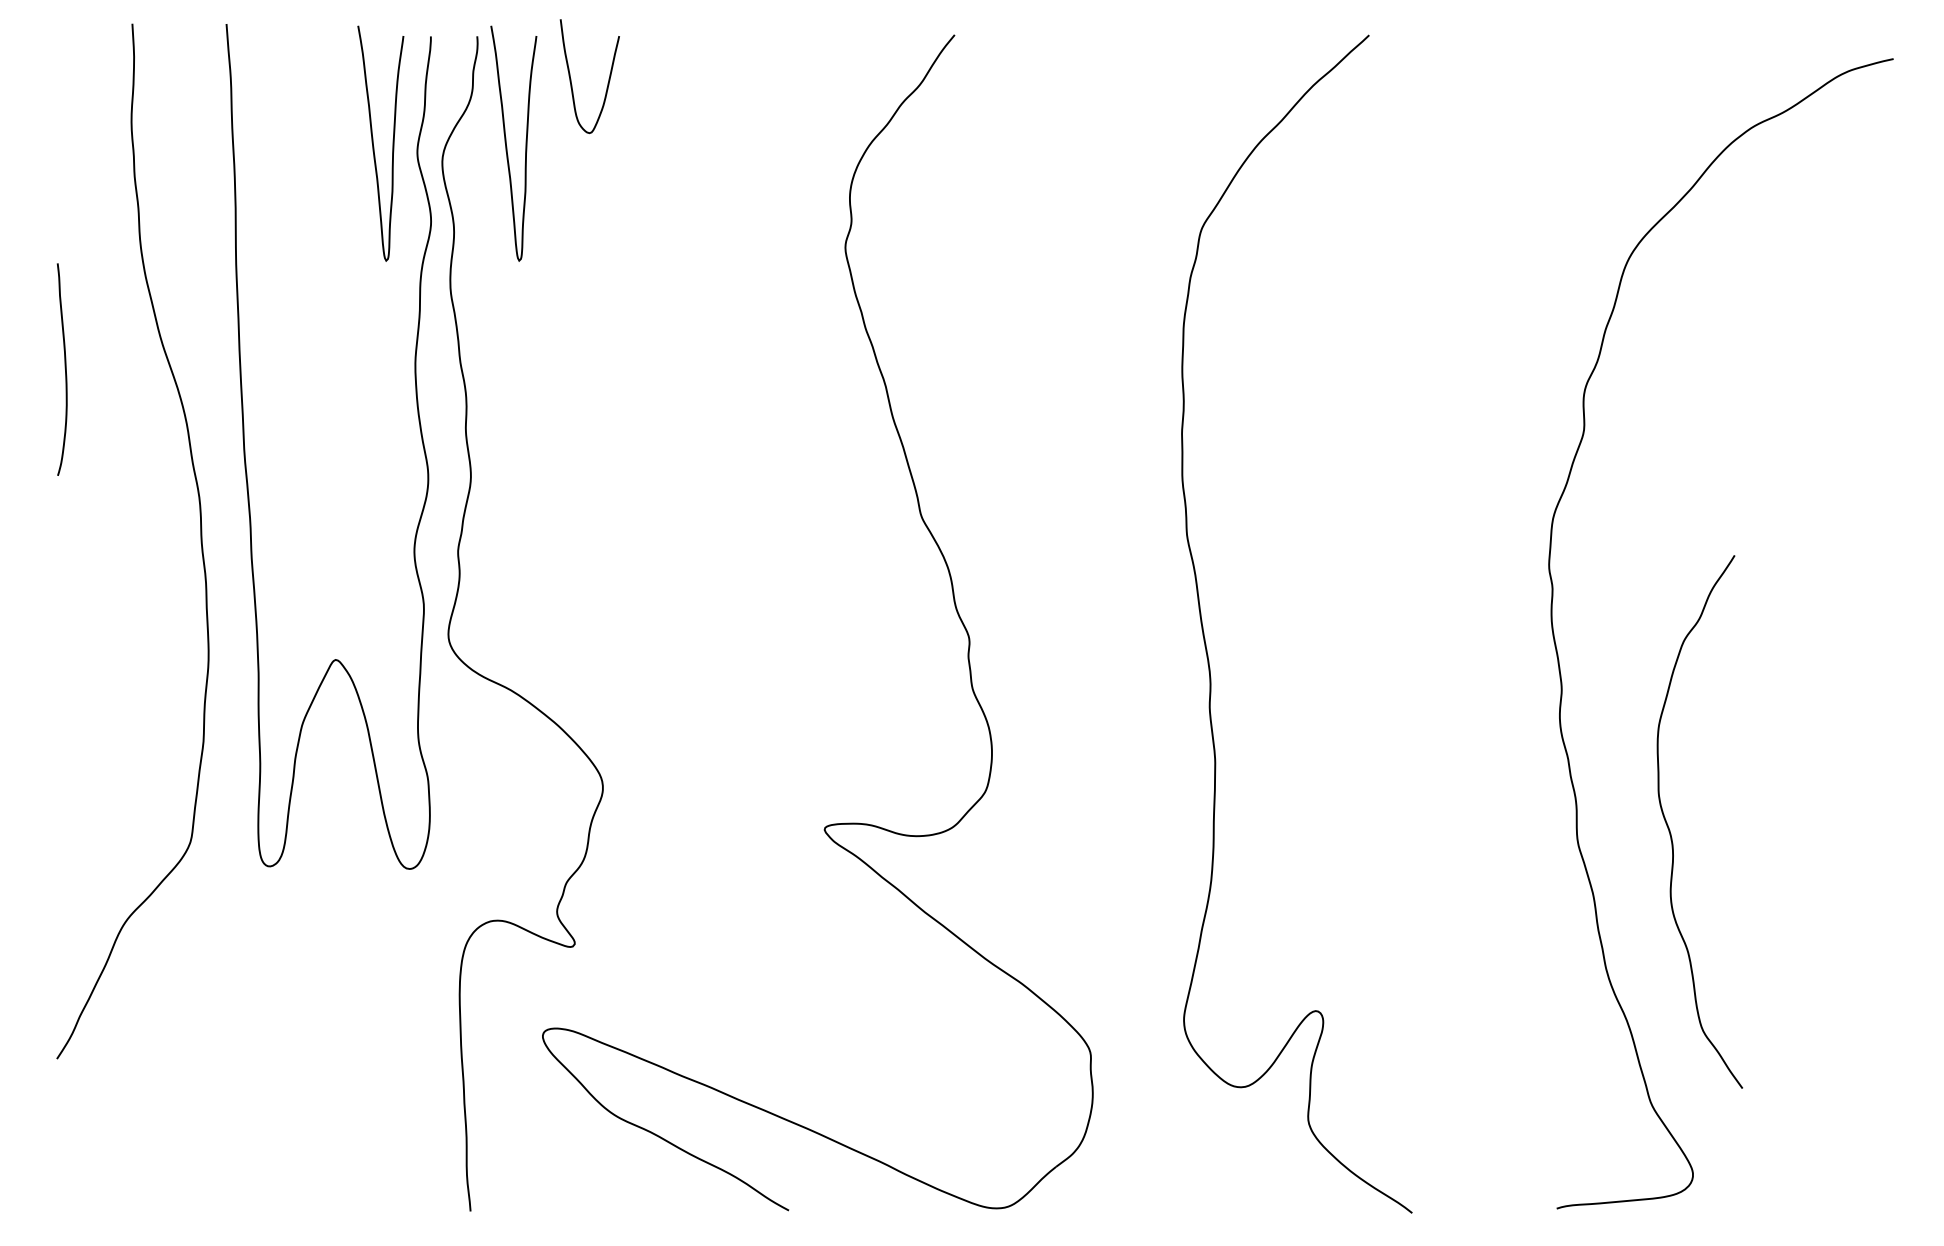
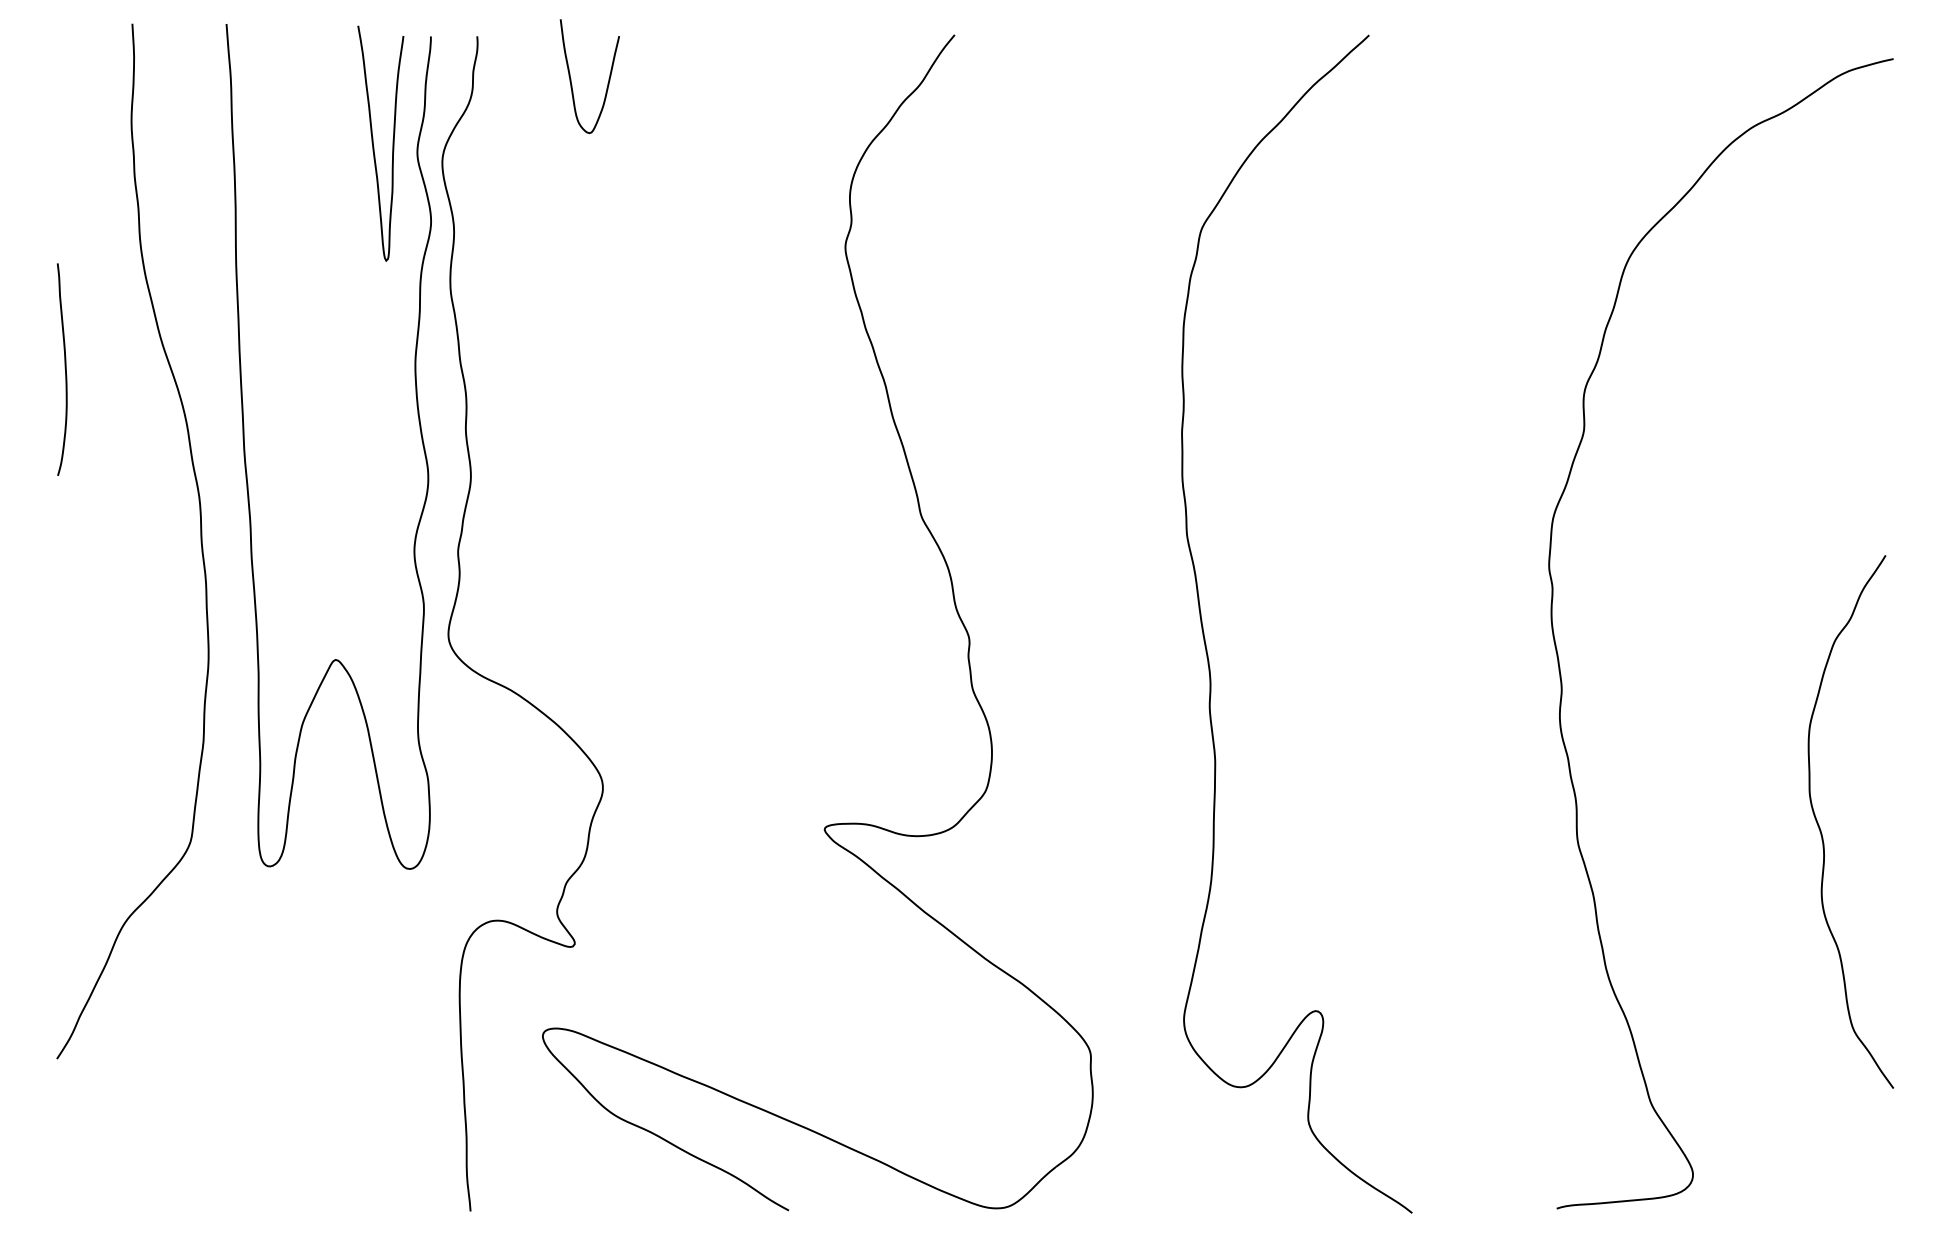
curve at (507, 146): present -> none
curve at (1670, 830) position: (1670, 830) -> (1821, 830)
